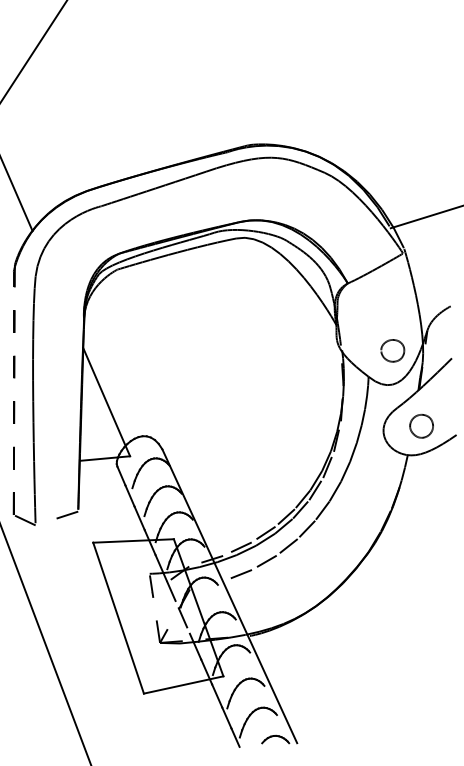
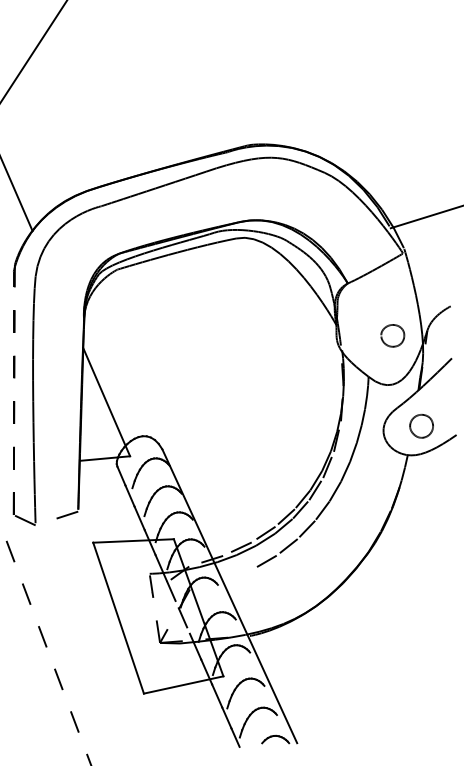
part at (392, 350) position: (392, 350) -> (392, 335)
line at (237, 575): present -> none
line at (45, 644): solid -> dashed
